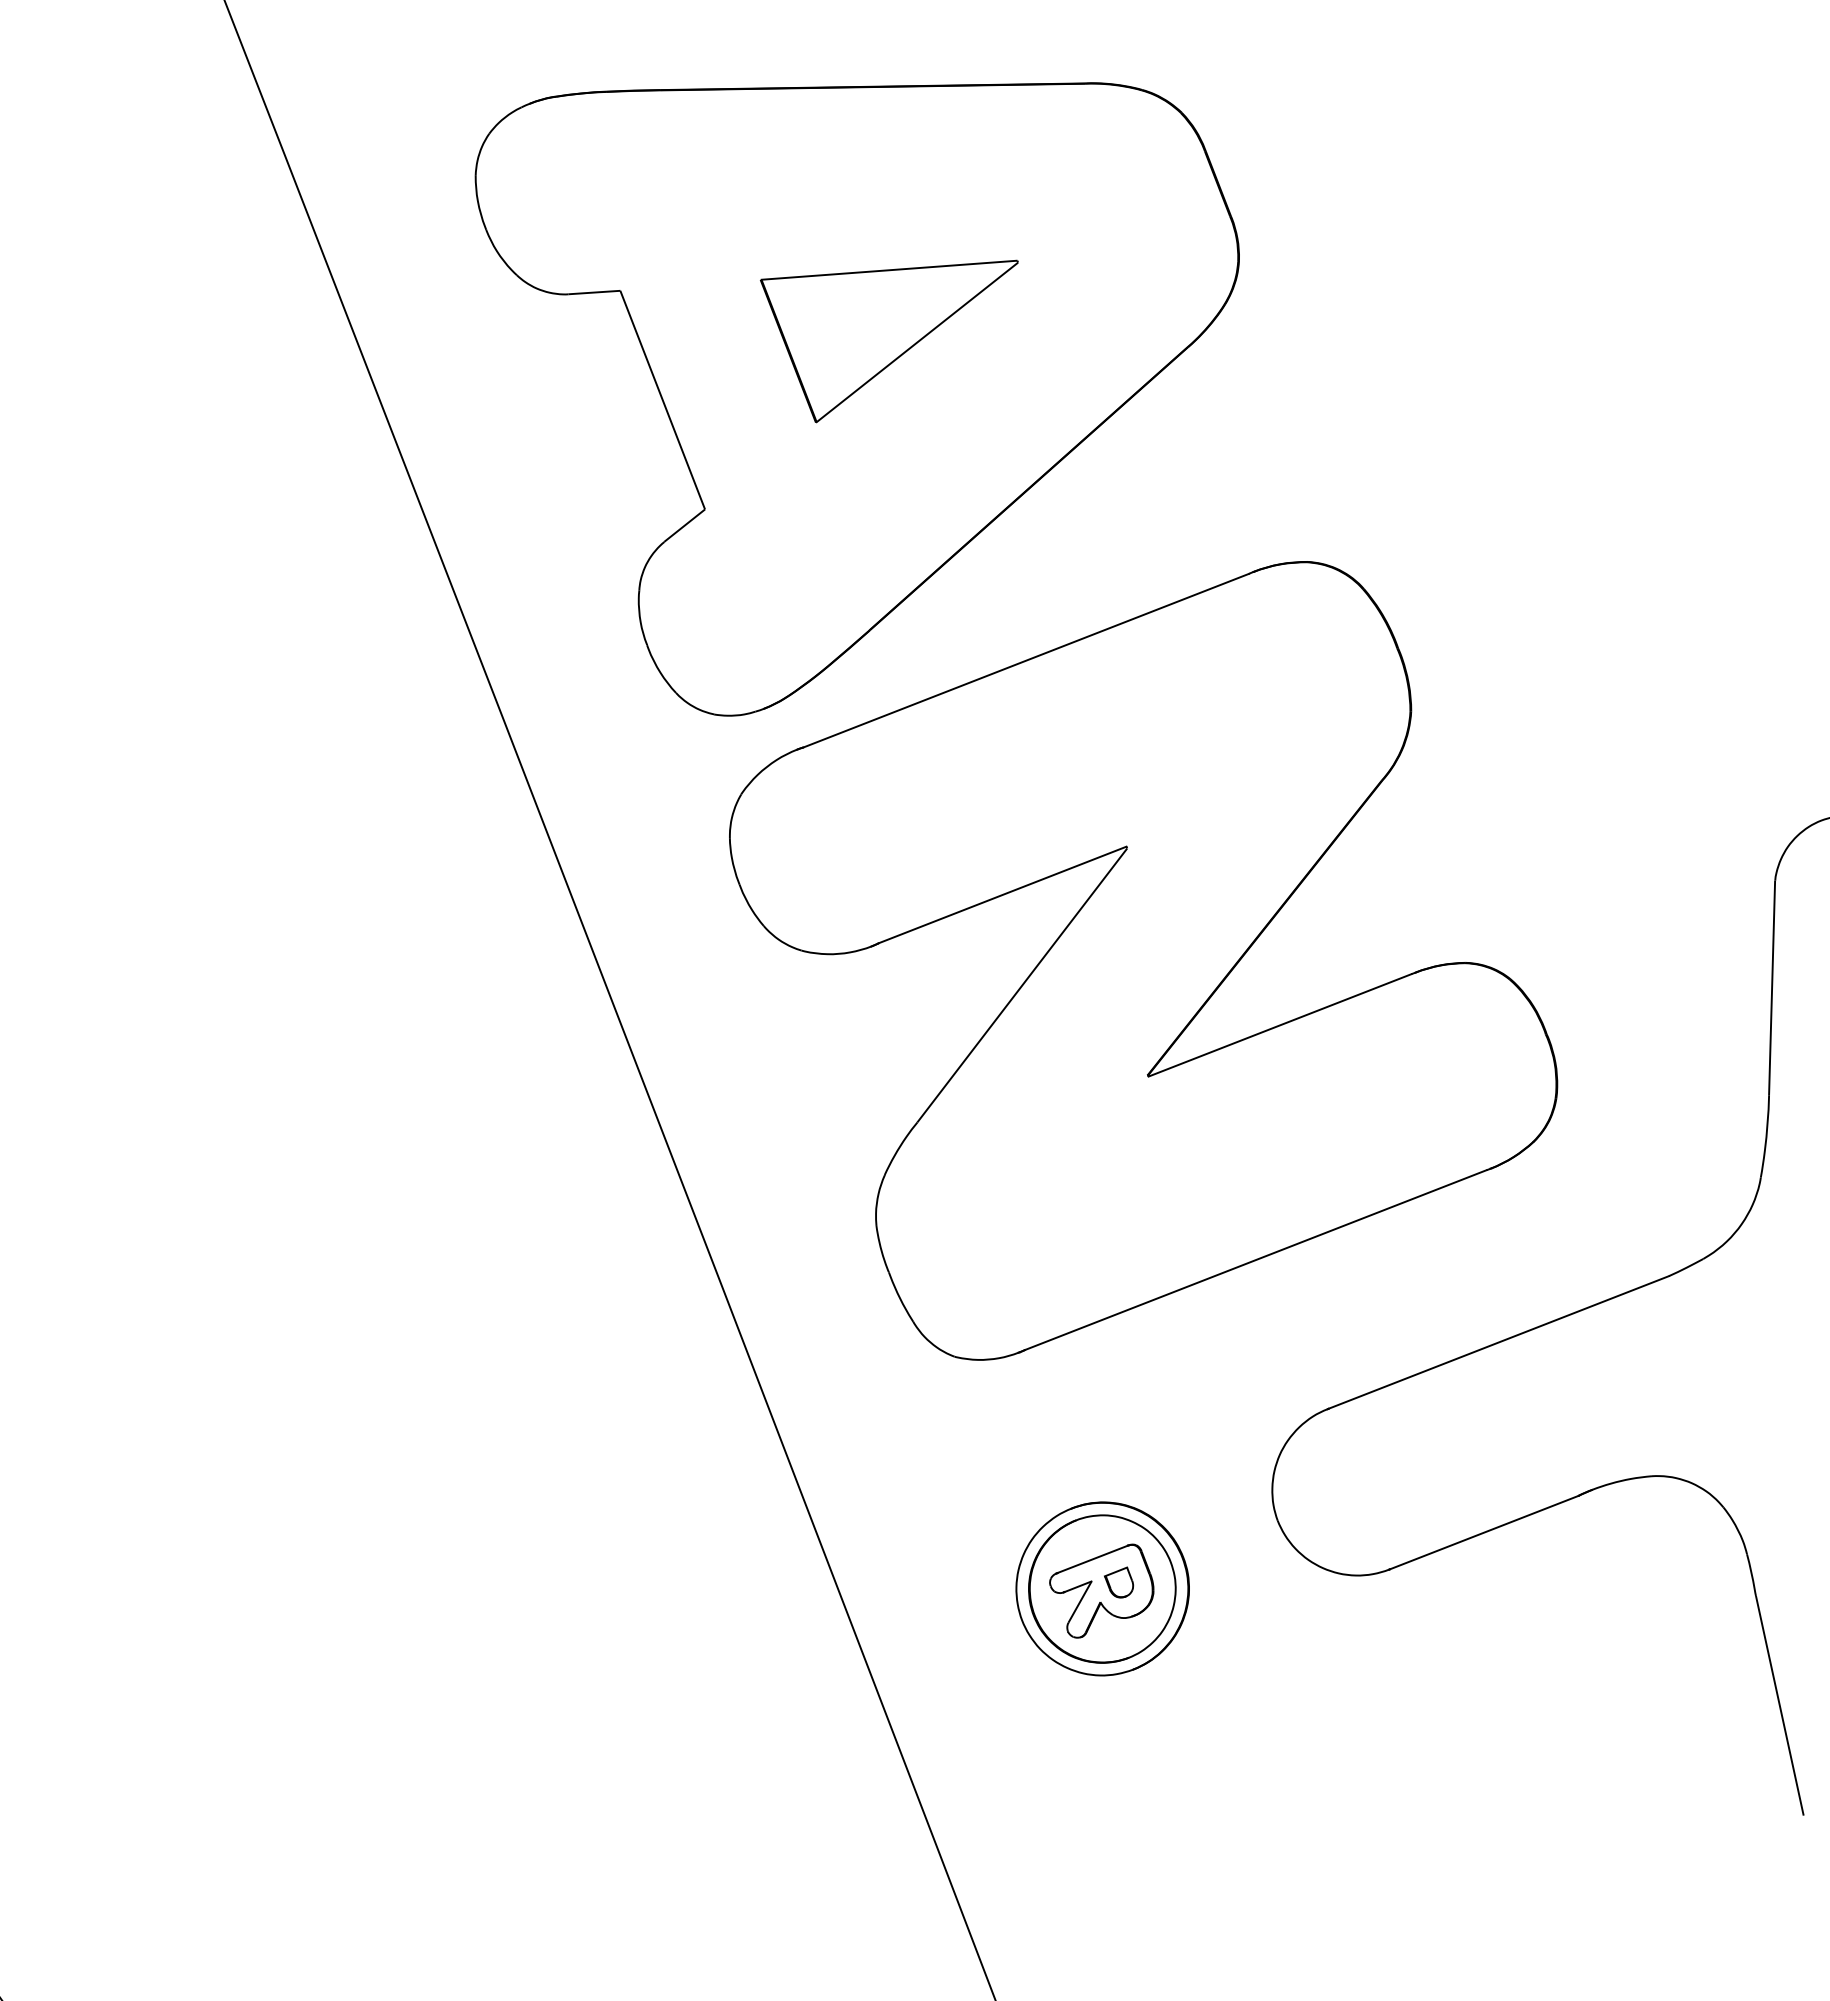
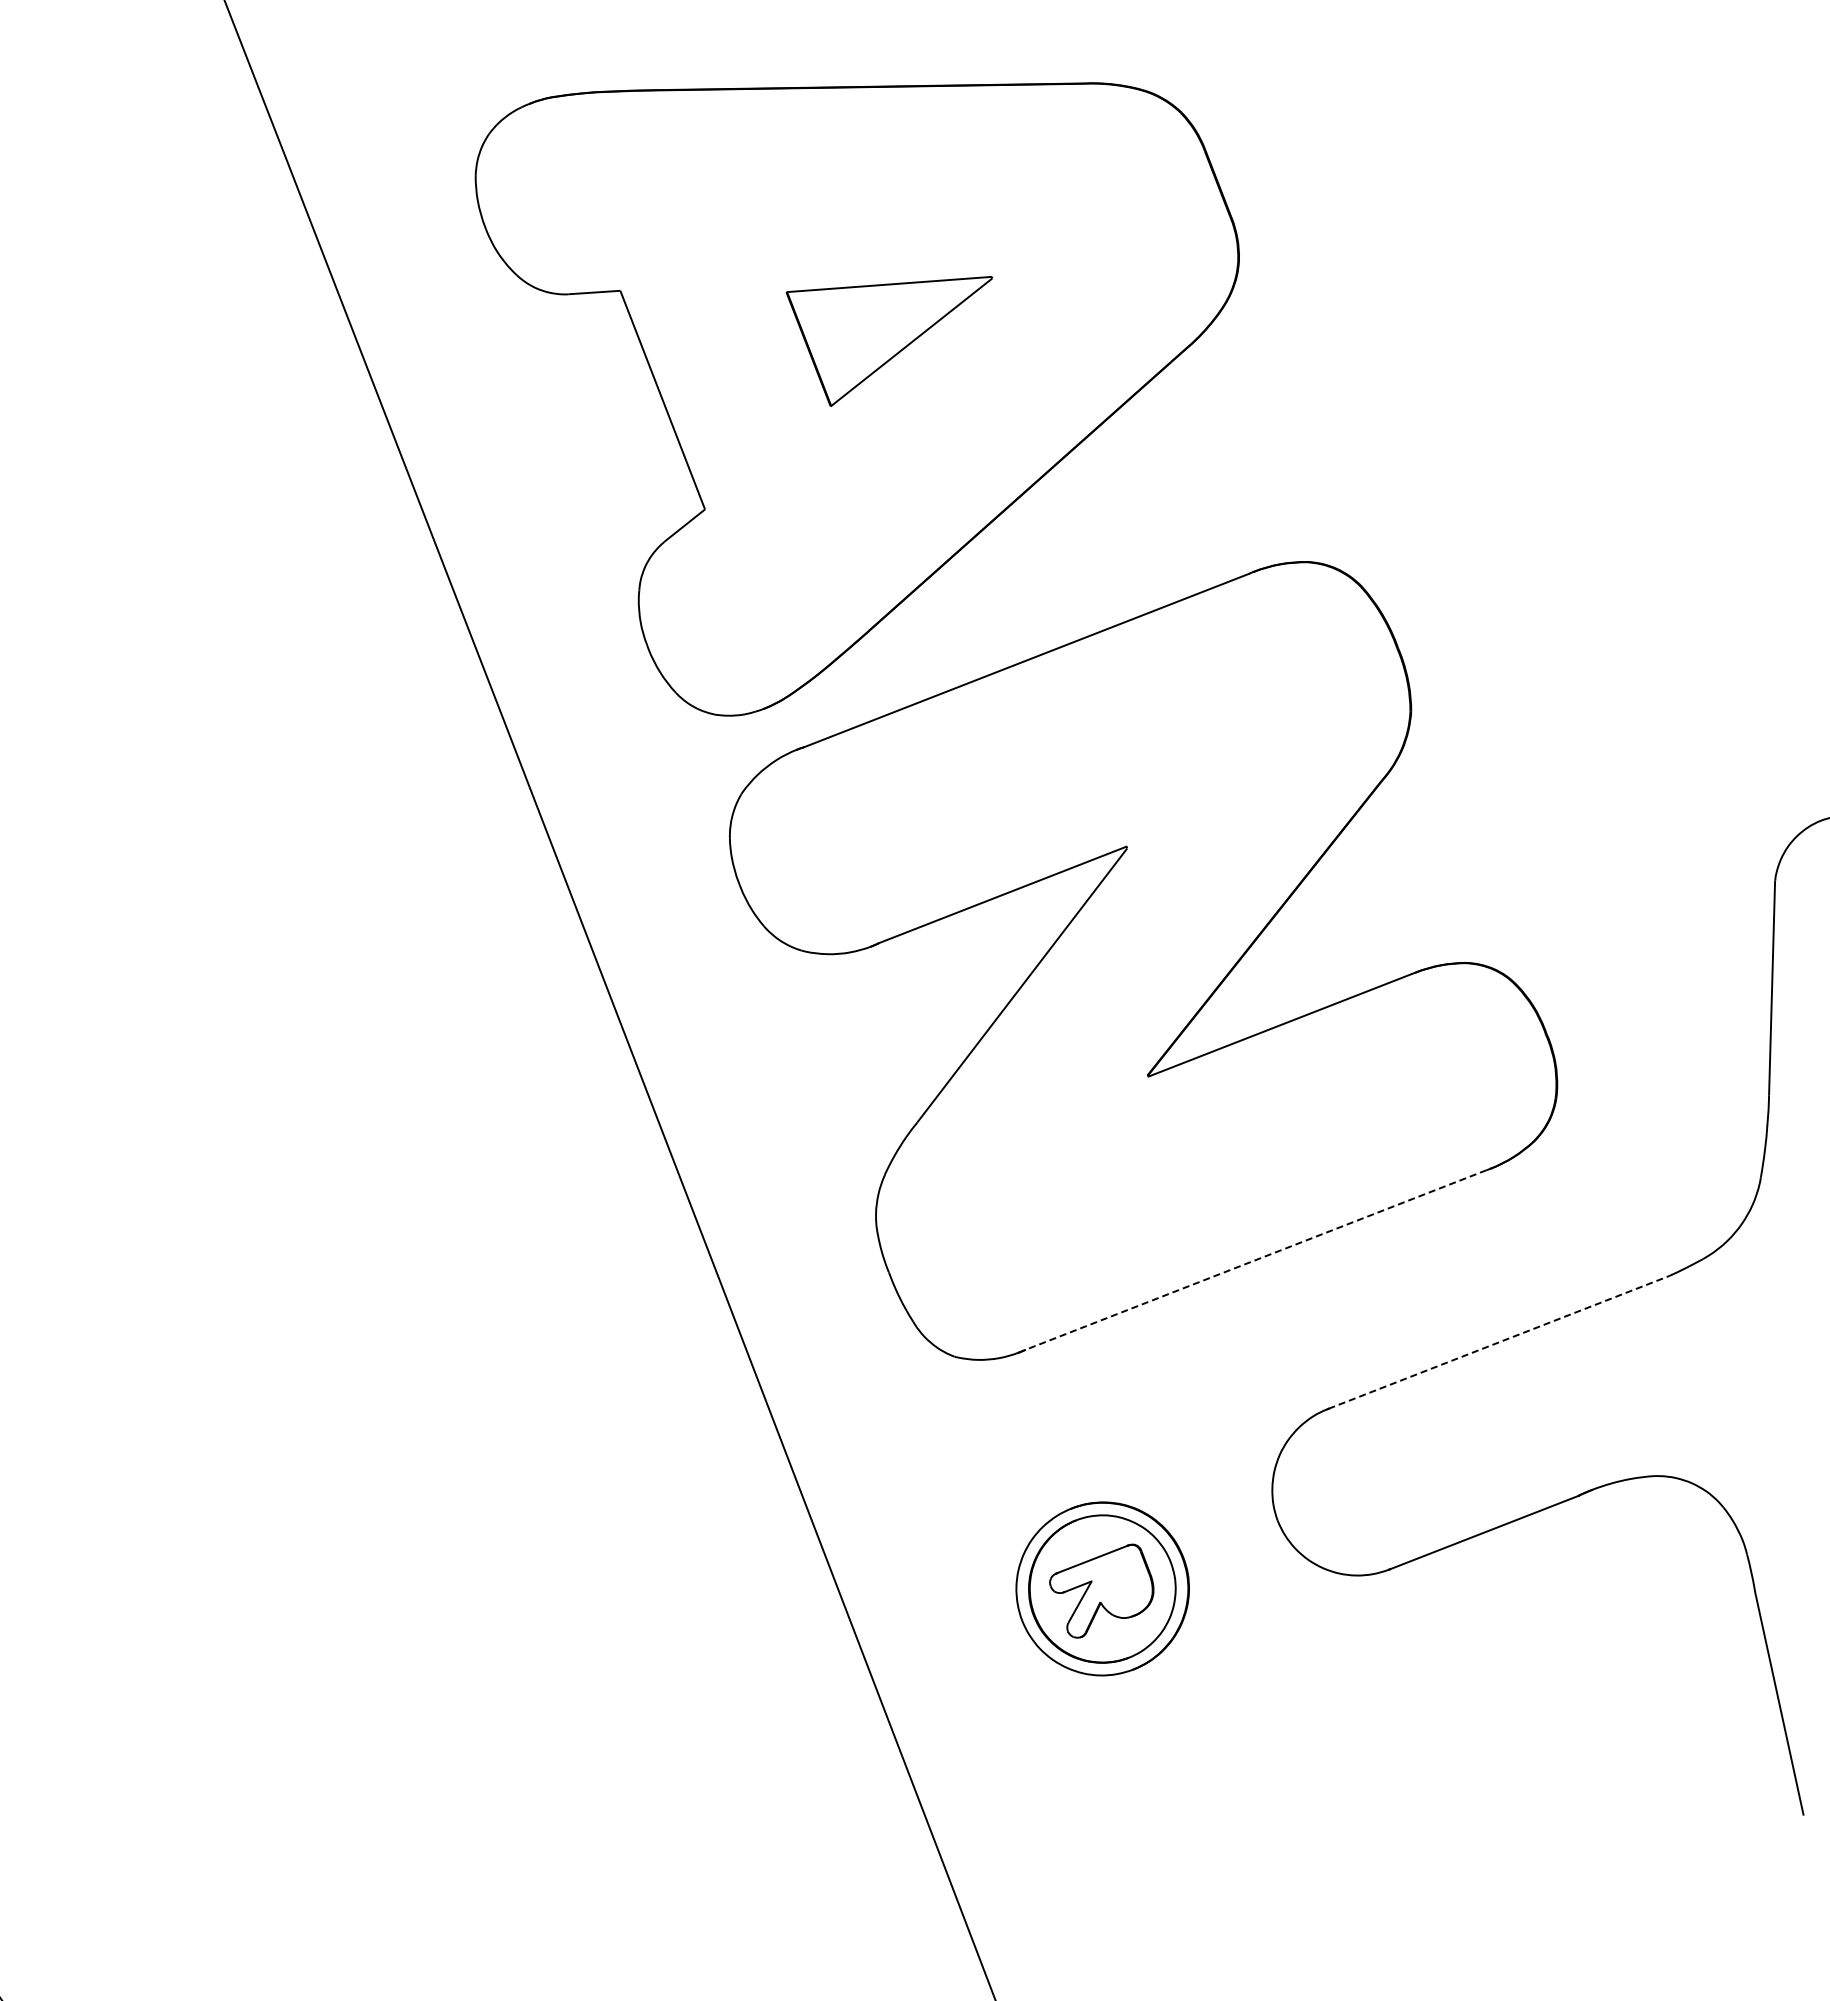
part at (889, 341) size: 259x165 px -> 209x131 px
line at (1255, 1260): solid -> dashed
line at (1498, 1342): solid -> dashed
part at (1119, 1582): present -> none
